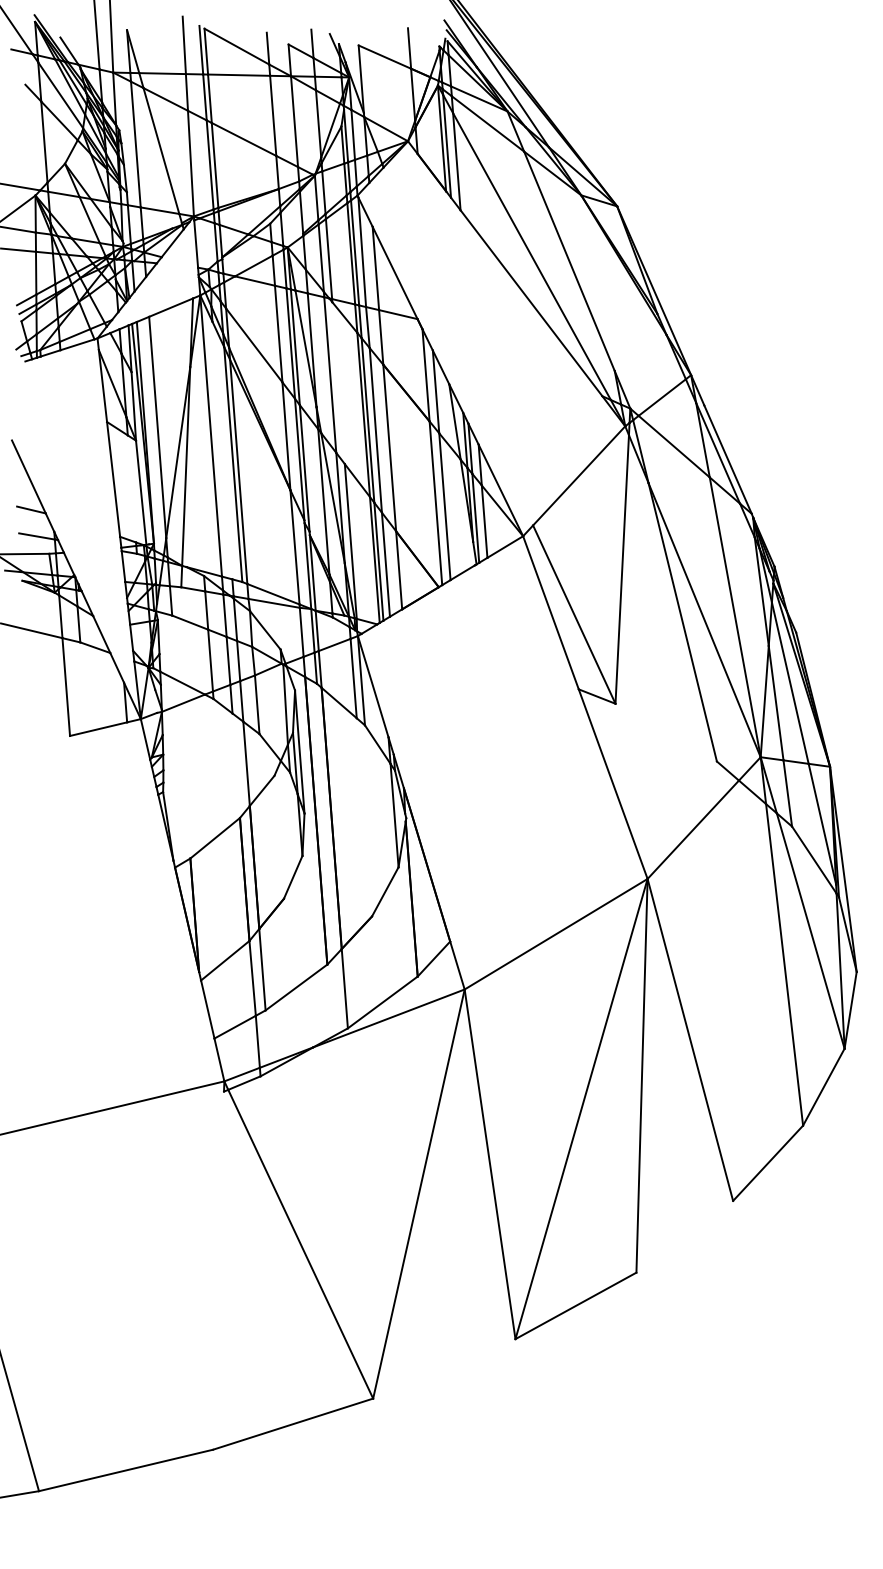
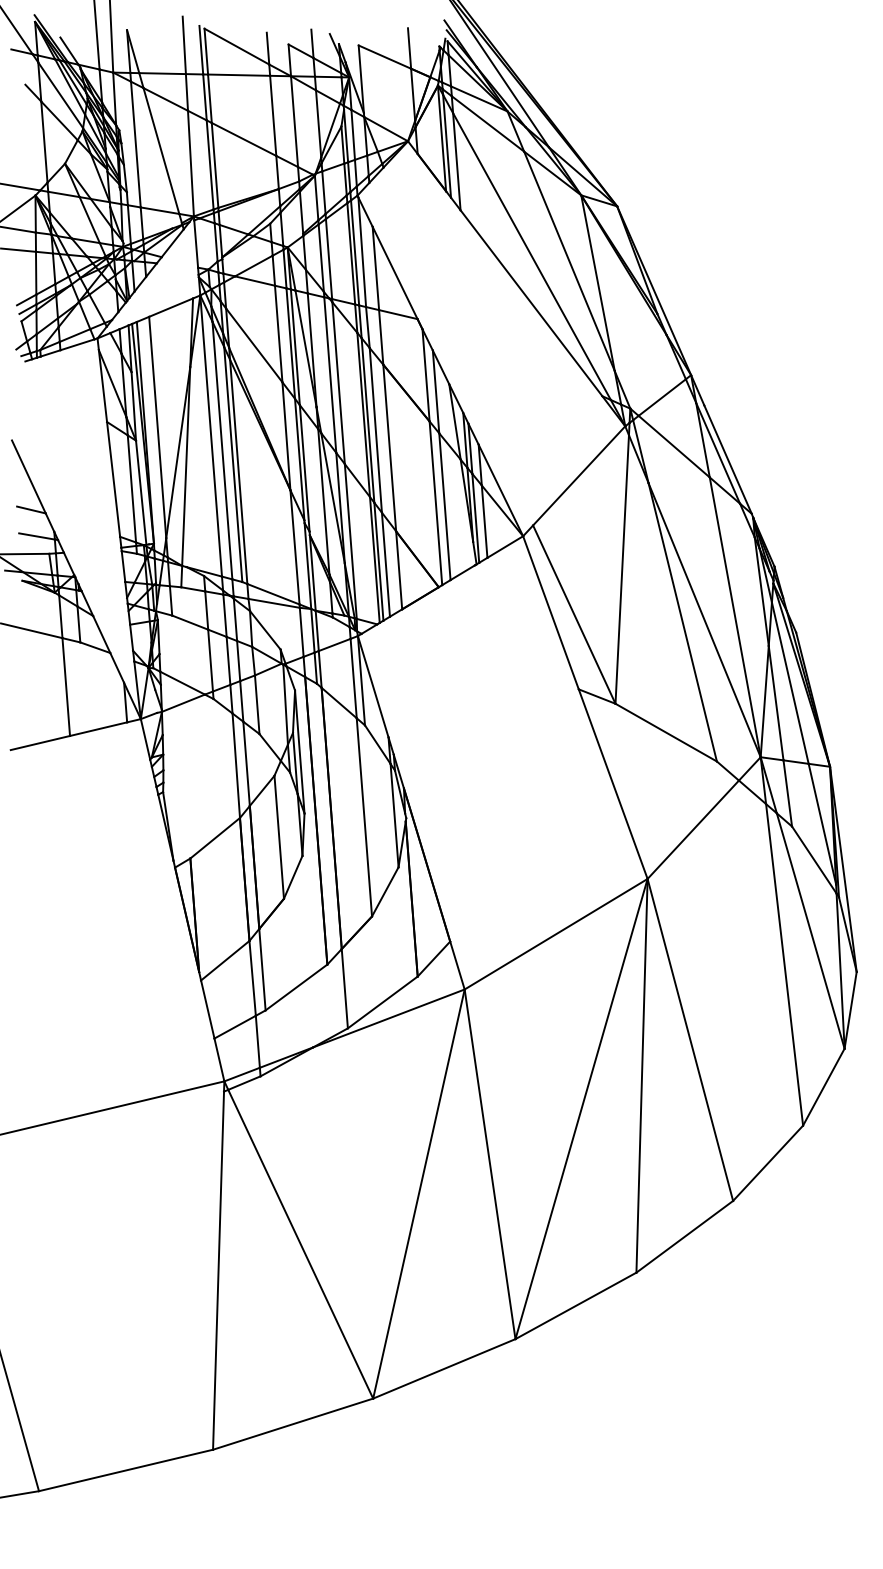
line at (597, 283): none -> present
line at (338, 383): none -> present
line at (222, 450): none -> present
line at (131, 488): none -> present
line at (665, 732): none -> present
line at (40, 742): none -> present
line at (236, 765): none -> present
line at (364, 817): none -> present
line at (278, 836): none -> present
line at (684, 1236): none -> present
line at (218, 1270): none -> present
line at (444, 1368): none -> present
